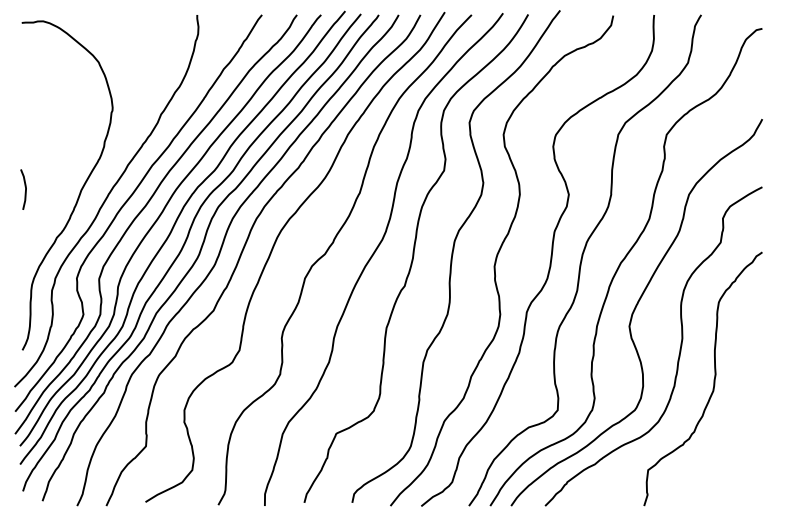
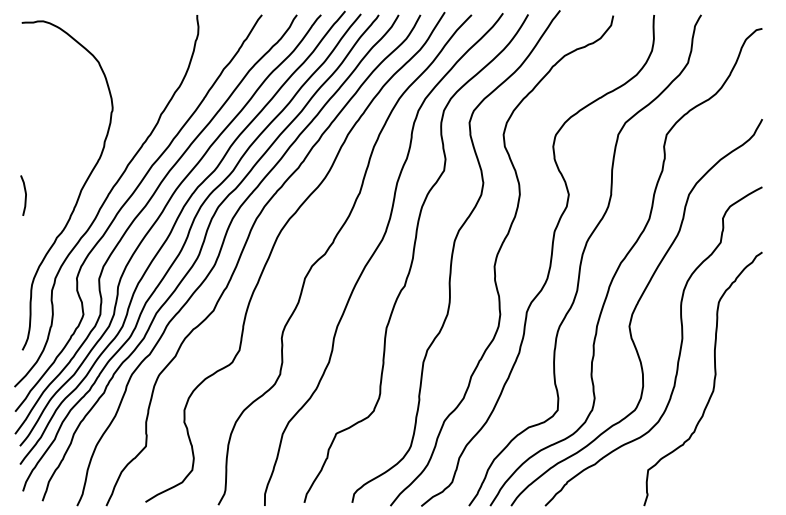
curve at (25, 189) position: (25, 189) -> (25, 195)
